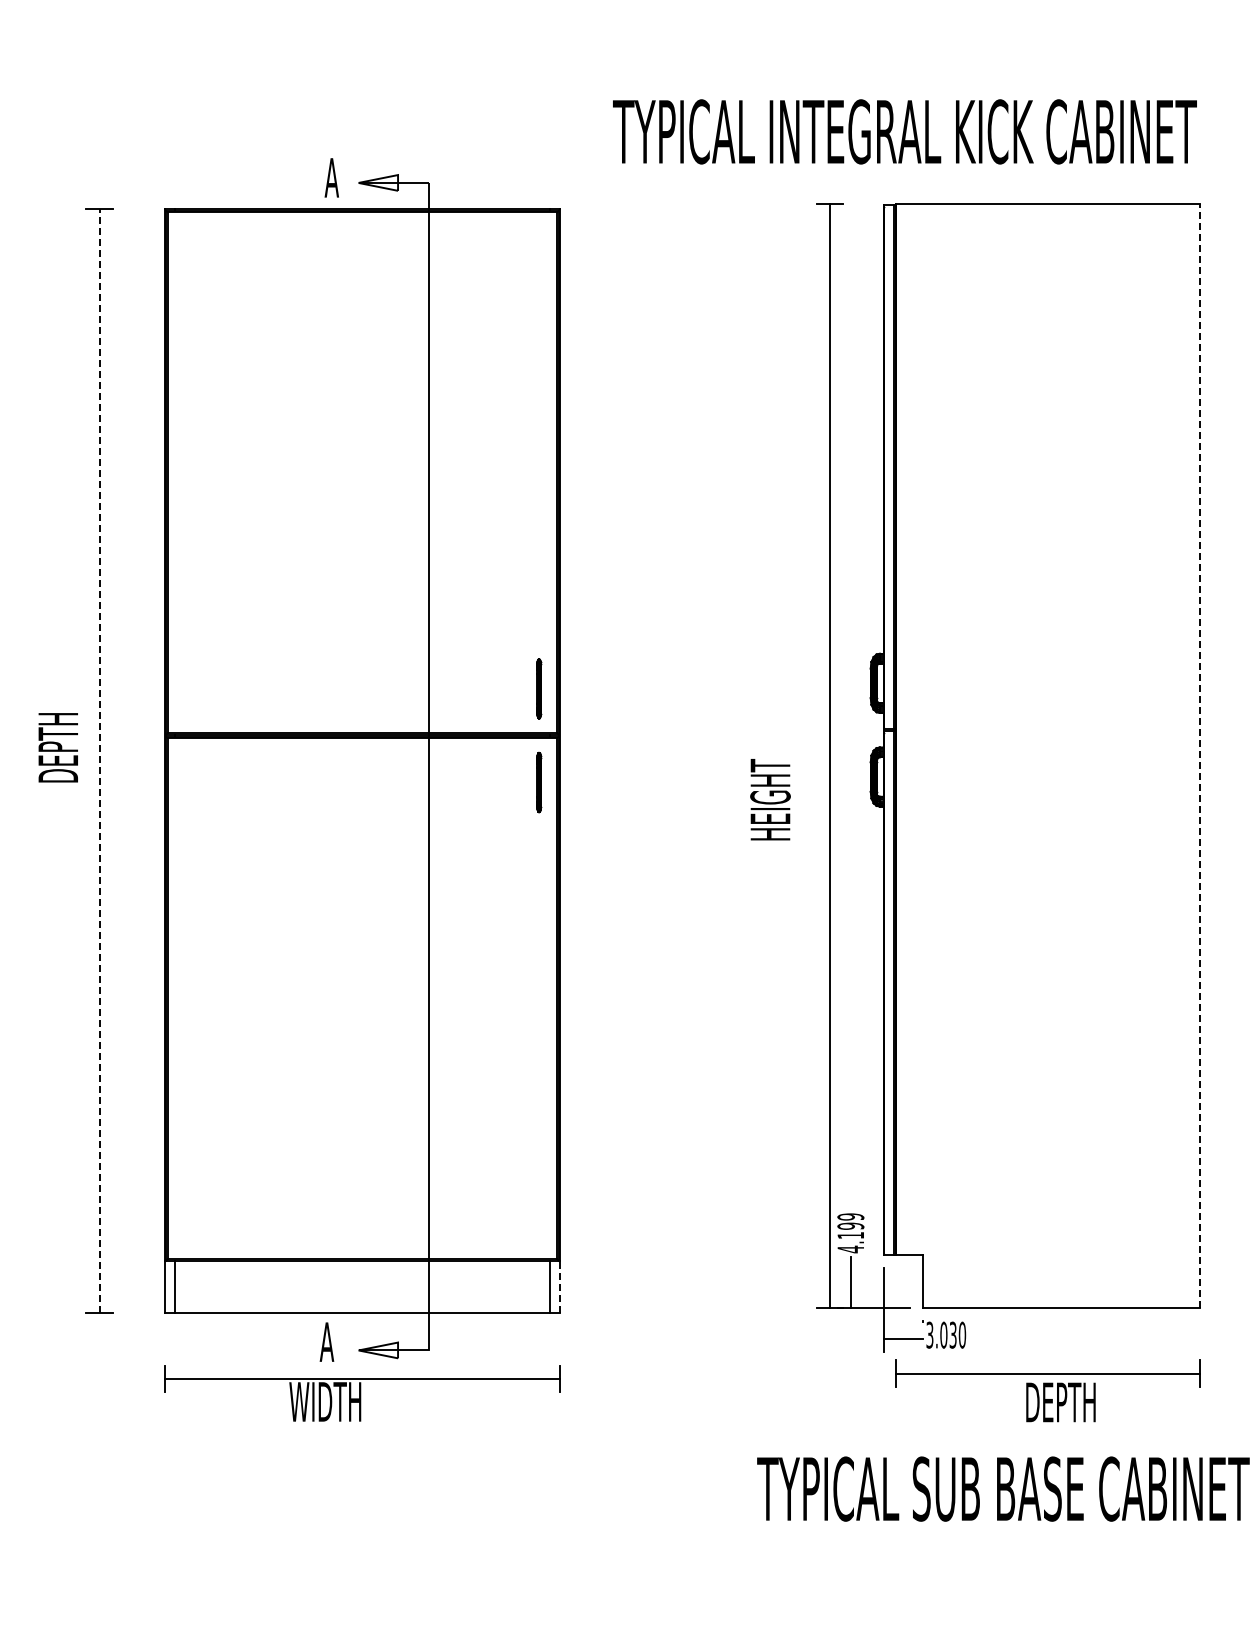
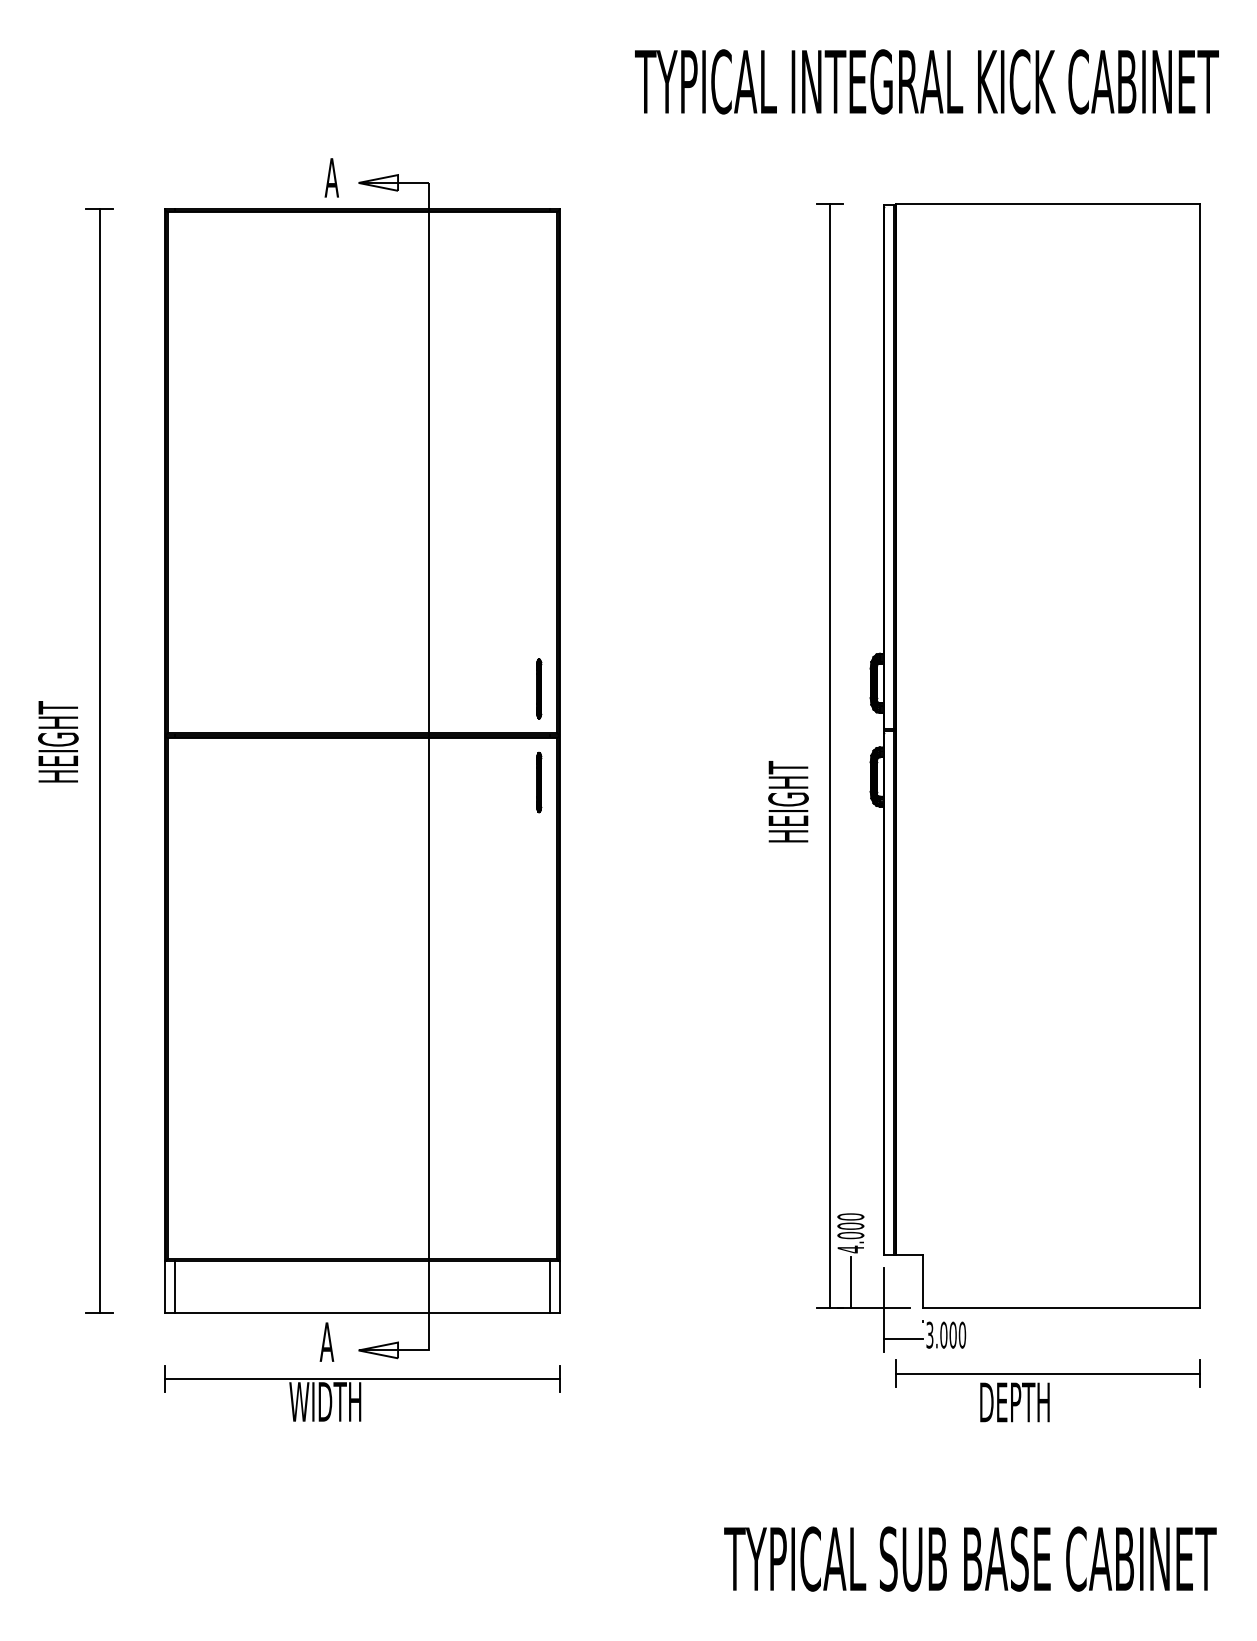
text at (904, 131) position: (904, 131) -> (926, 81)
text at (58, 740): DEPTH -> HEIGHT
line at (1199, 755): dashed -> solid
line at (99, 760): dashed -> solid
text at (770, 799) position: (770, 799) -> (788, 801)
text at (850, 1226): 4.199 -> 4.000
line at (559, 1286): dashed -> solid
text at (952, 1334): 3.030 -> 3.000
text at (1060, 1402) position: (1060, 1402) -> (1014, 1402)
text at (1003, 1488) position: (1003, 1488) -> (970, 1558)
